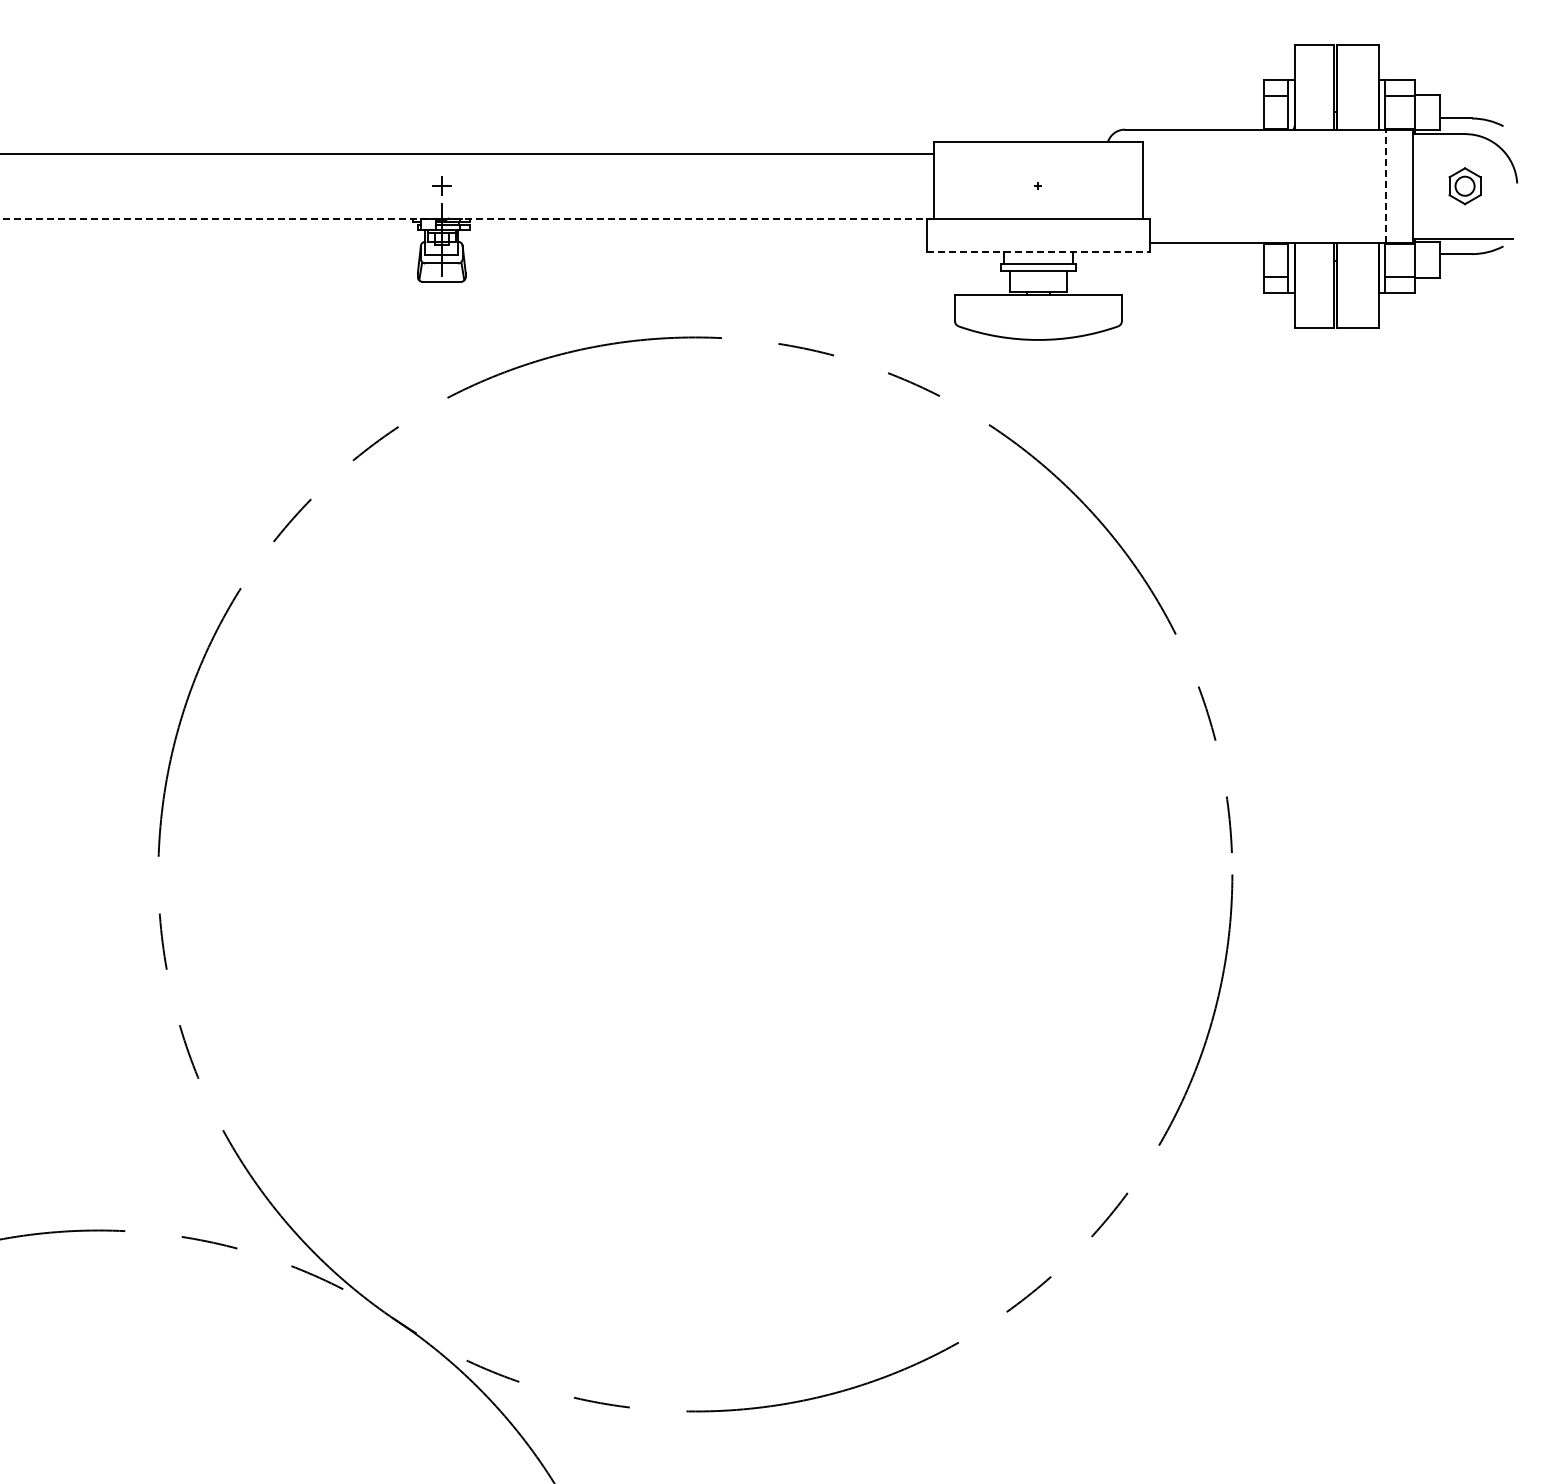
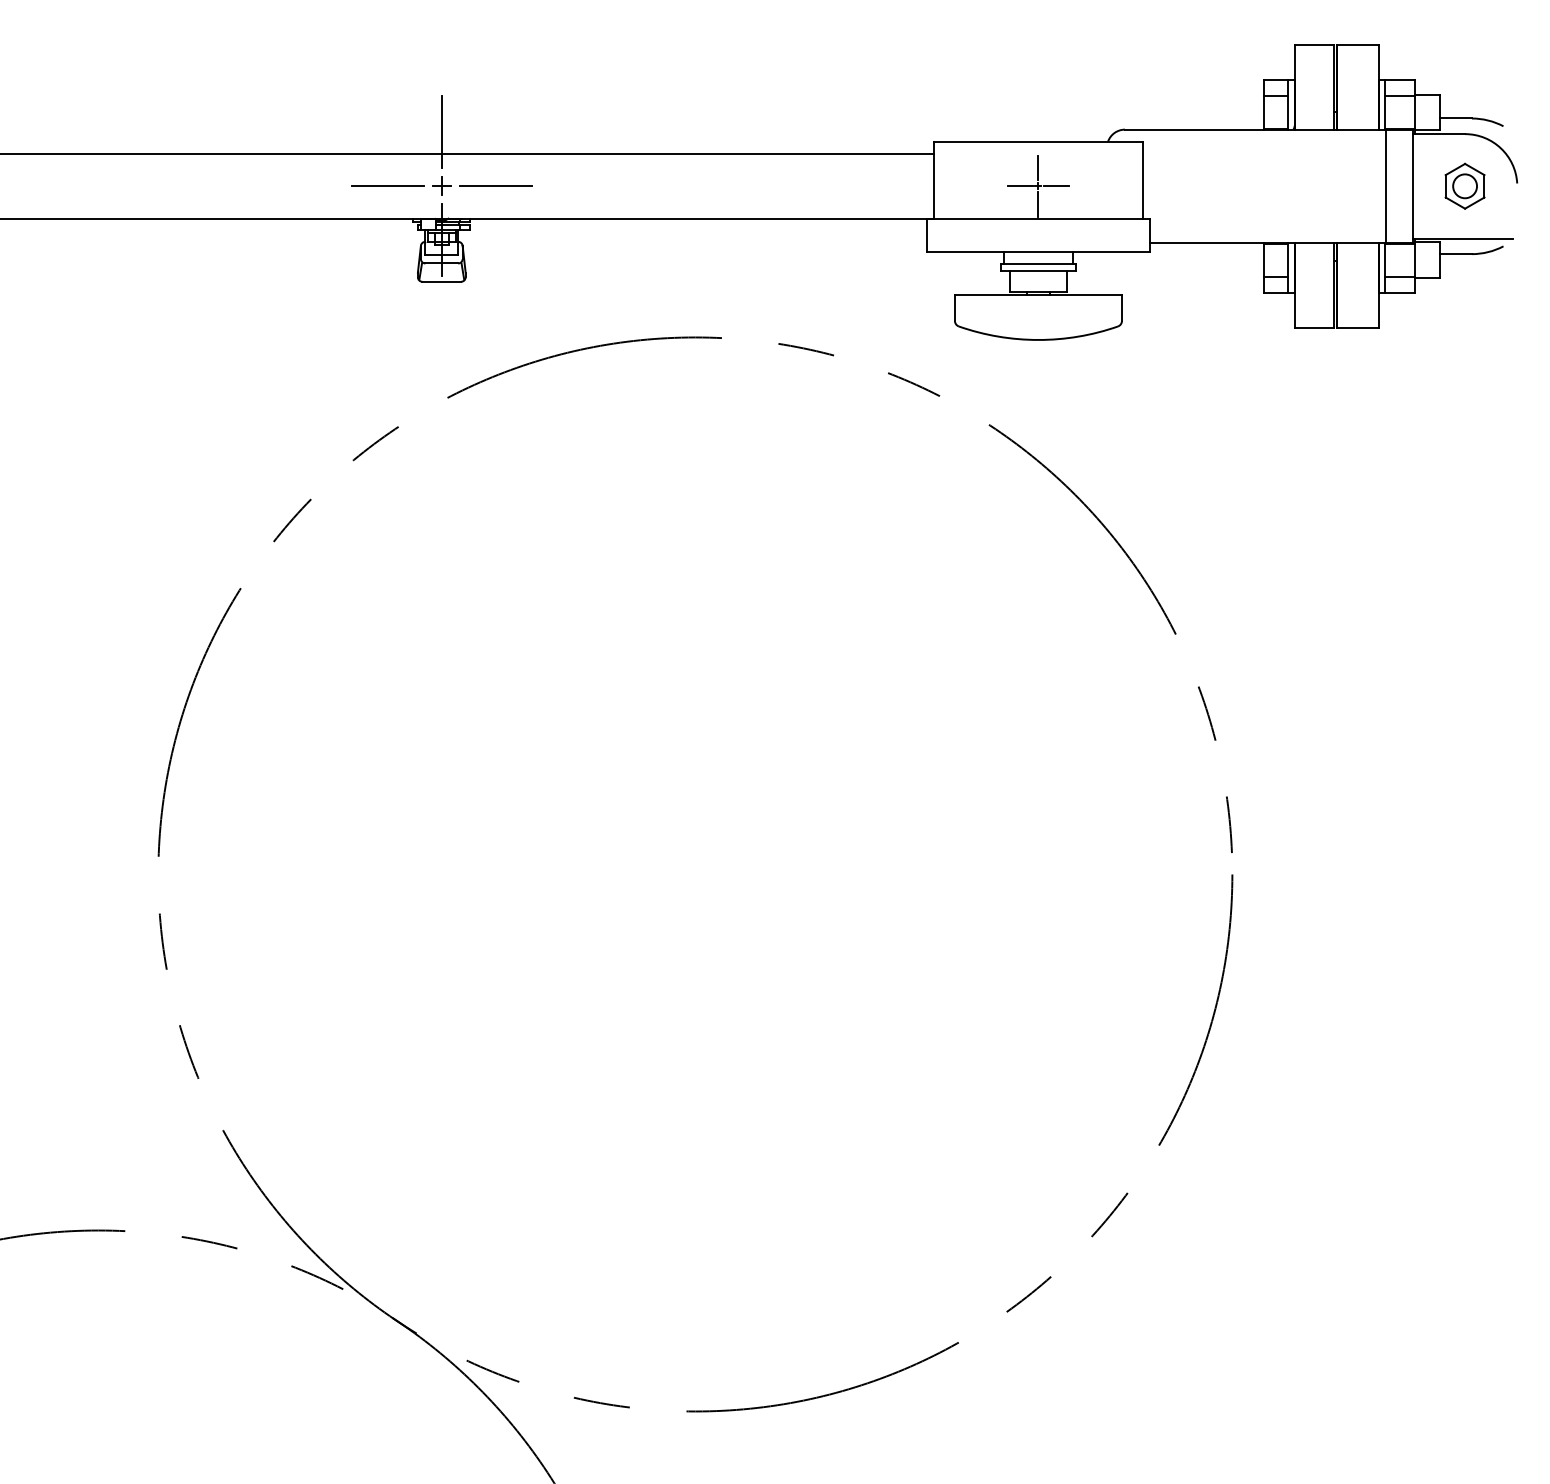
line at (441, 132): none -> present
line at (1038, 168): none -> present
line at (387, 186): none -> present
line at (495, 186): none -> present
line at (1020, 186): none -> present
line at (1056, 186): none -> present
line at (1386, 186): dashed -> solid
part at (1464, 186) size: 34x39 px -> 42x48 px
line at (1038, 204): none -> present
line at (467, 218): dashed -> solid
line at (1038, 251): dashed -> solid
